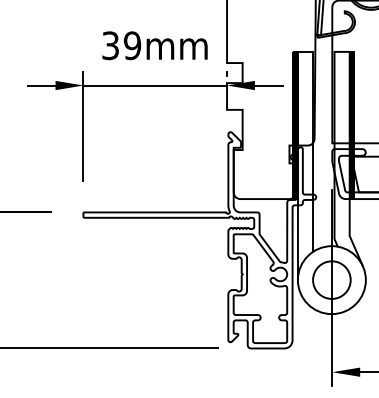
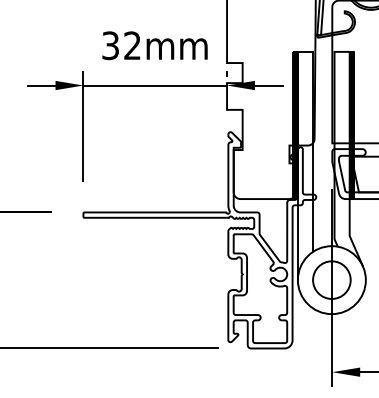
text at (132, 45): 39mm -> 32mm
